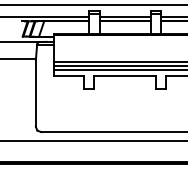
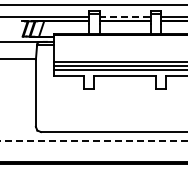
line at (124, 16): solid -> dashed
line at (93, 141): solid -> dashed
